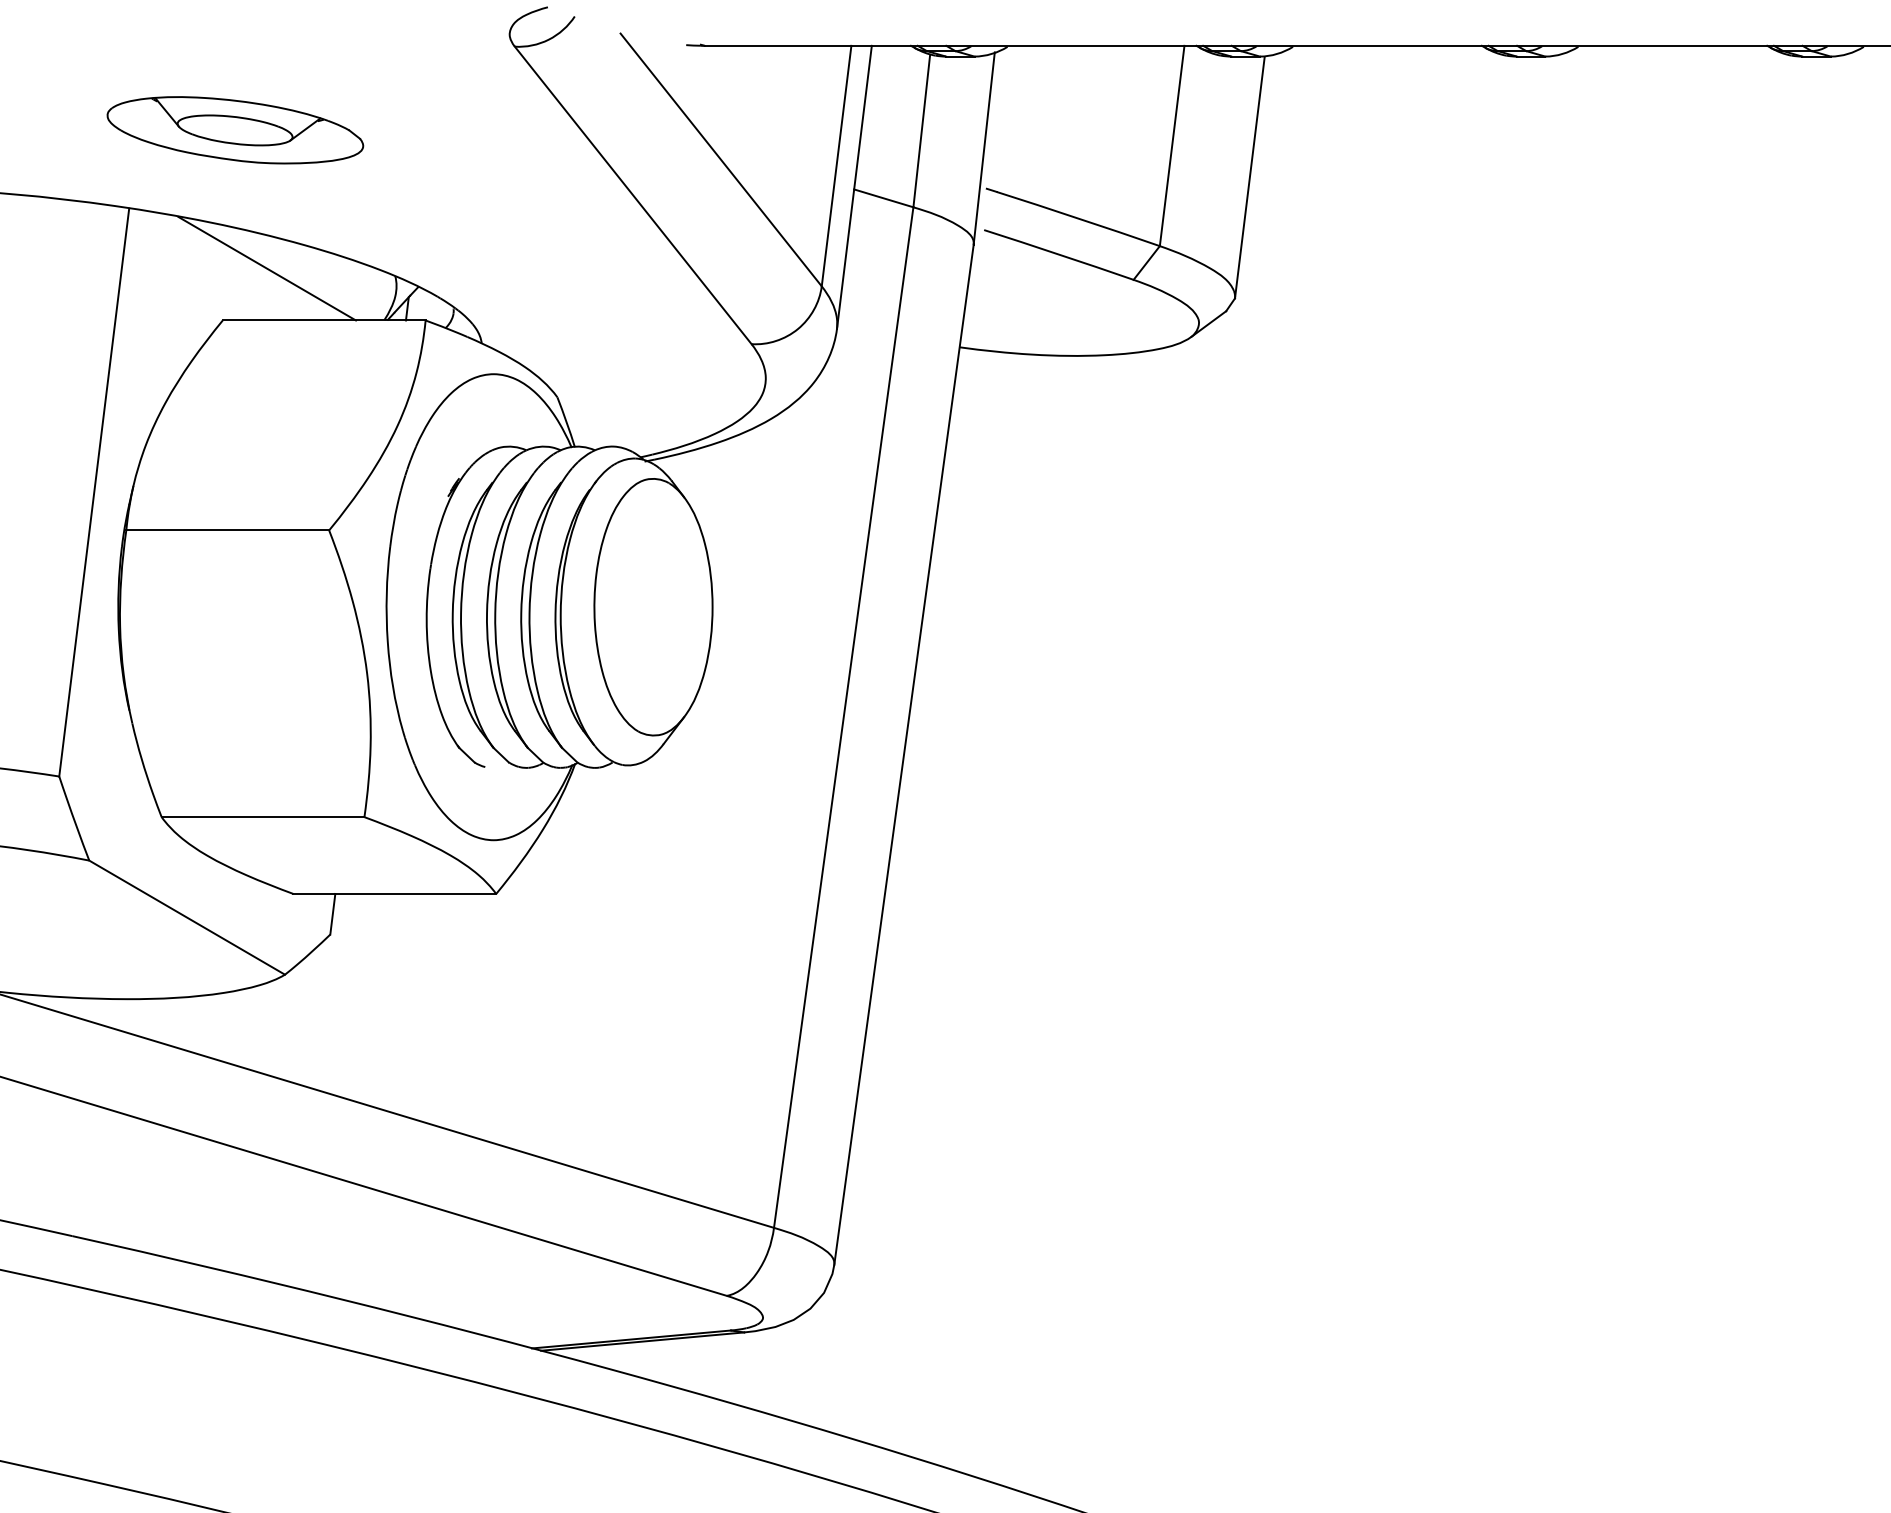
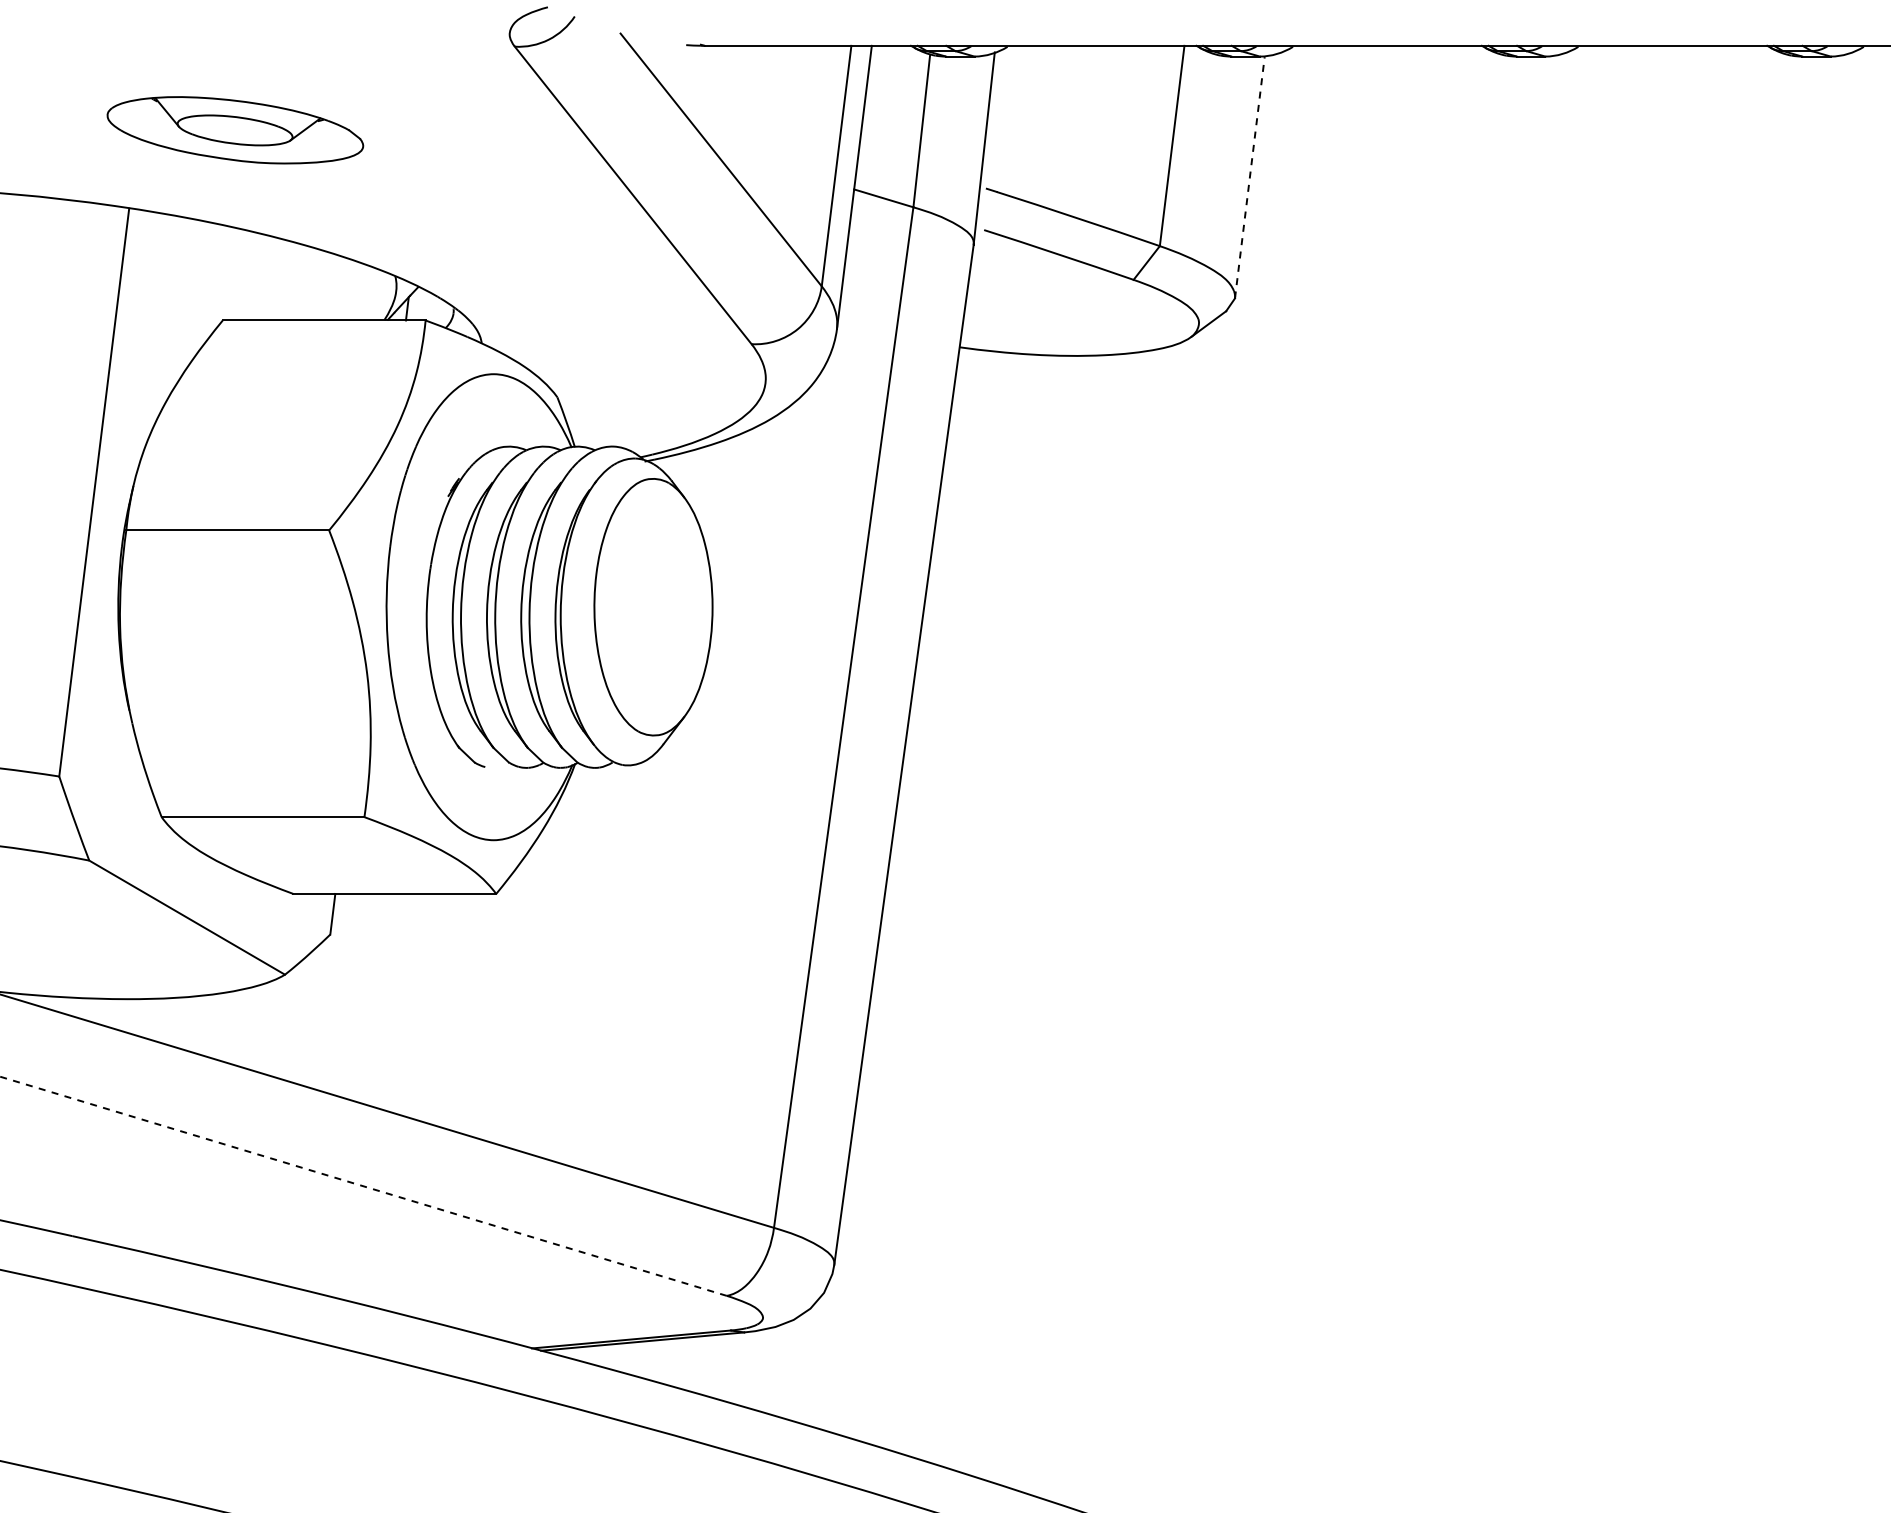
line at (1249, 177): solid -> dashed
line at (266, 268): present -> none
line at (363, 1186): solid -> dashed
